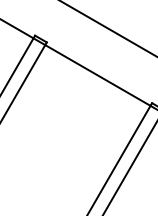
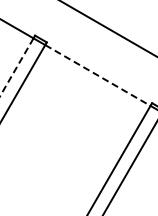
line at (16, 67): solid -> dashed
line at (97, 75): solid -> dashed
